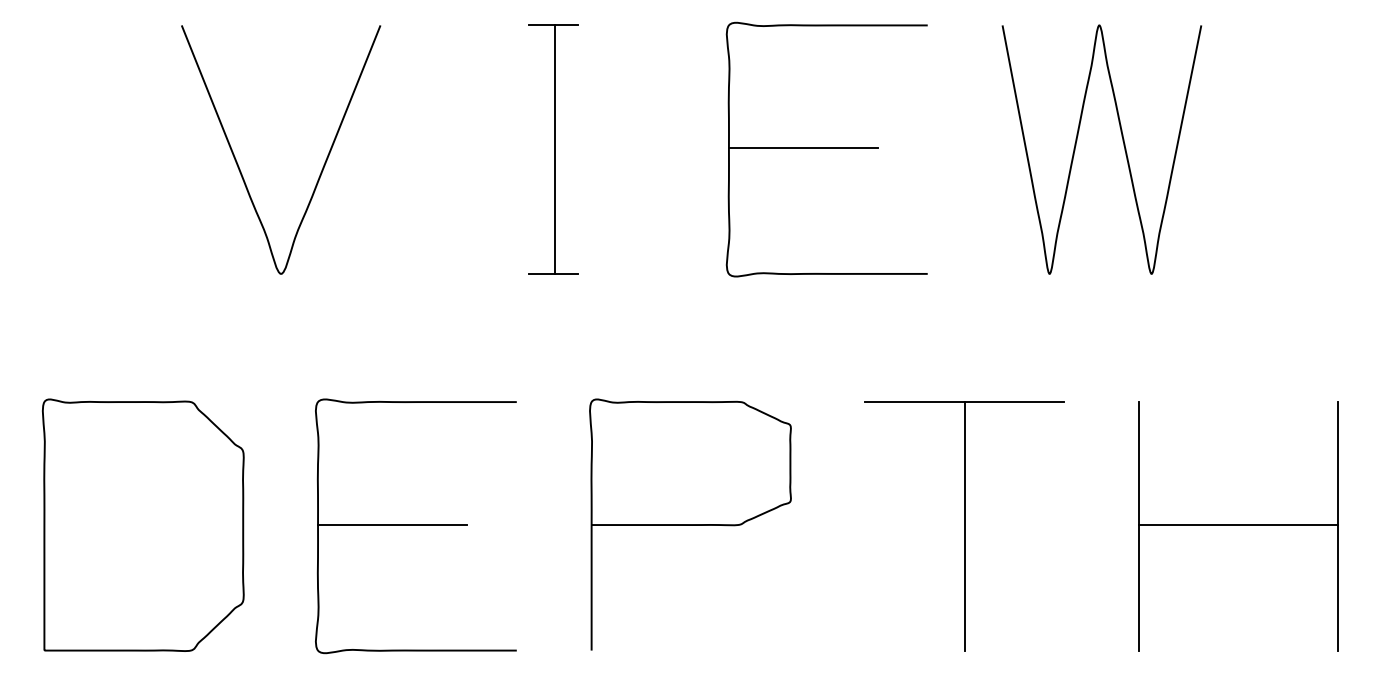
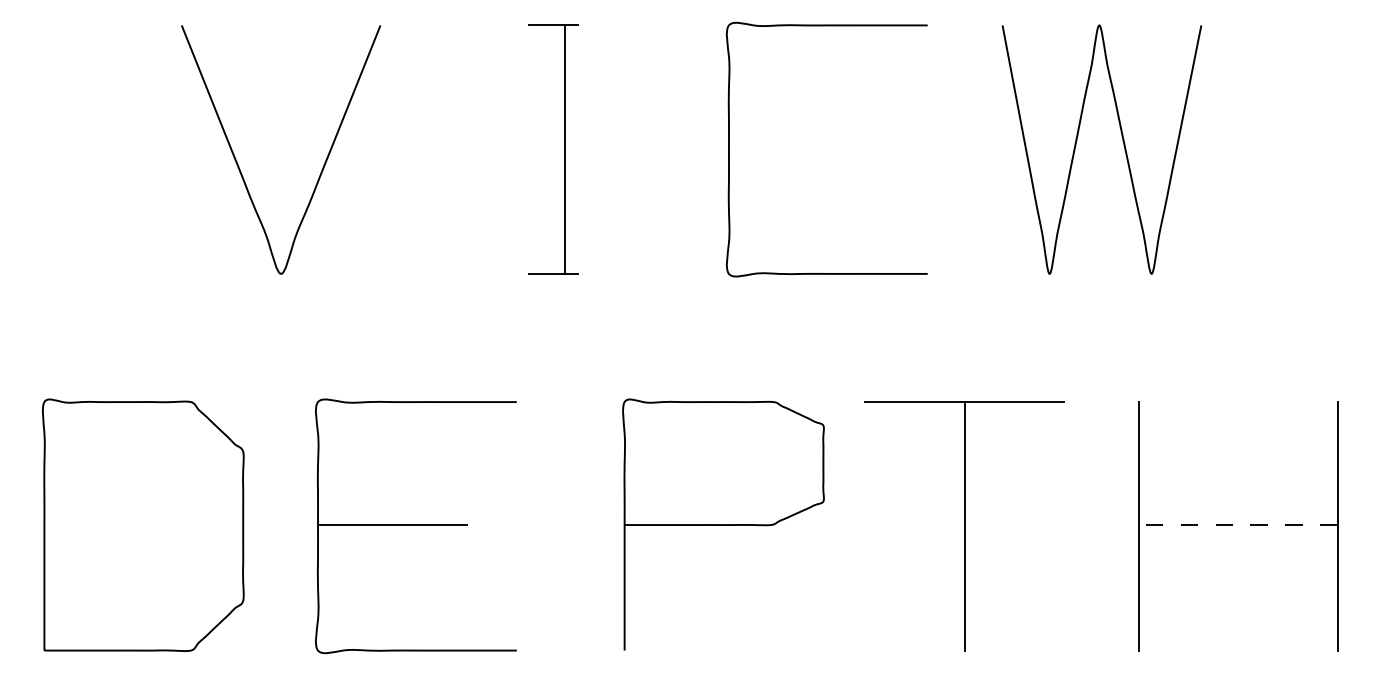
line at (803, 148): present -> none
line at (554, 149) position: (554, 149) -> (564, 149)
curve at (690, 524) position: (690, 524) -> (723, 524)
line at (1237, 525): solid -> dashed
